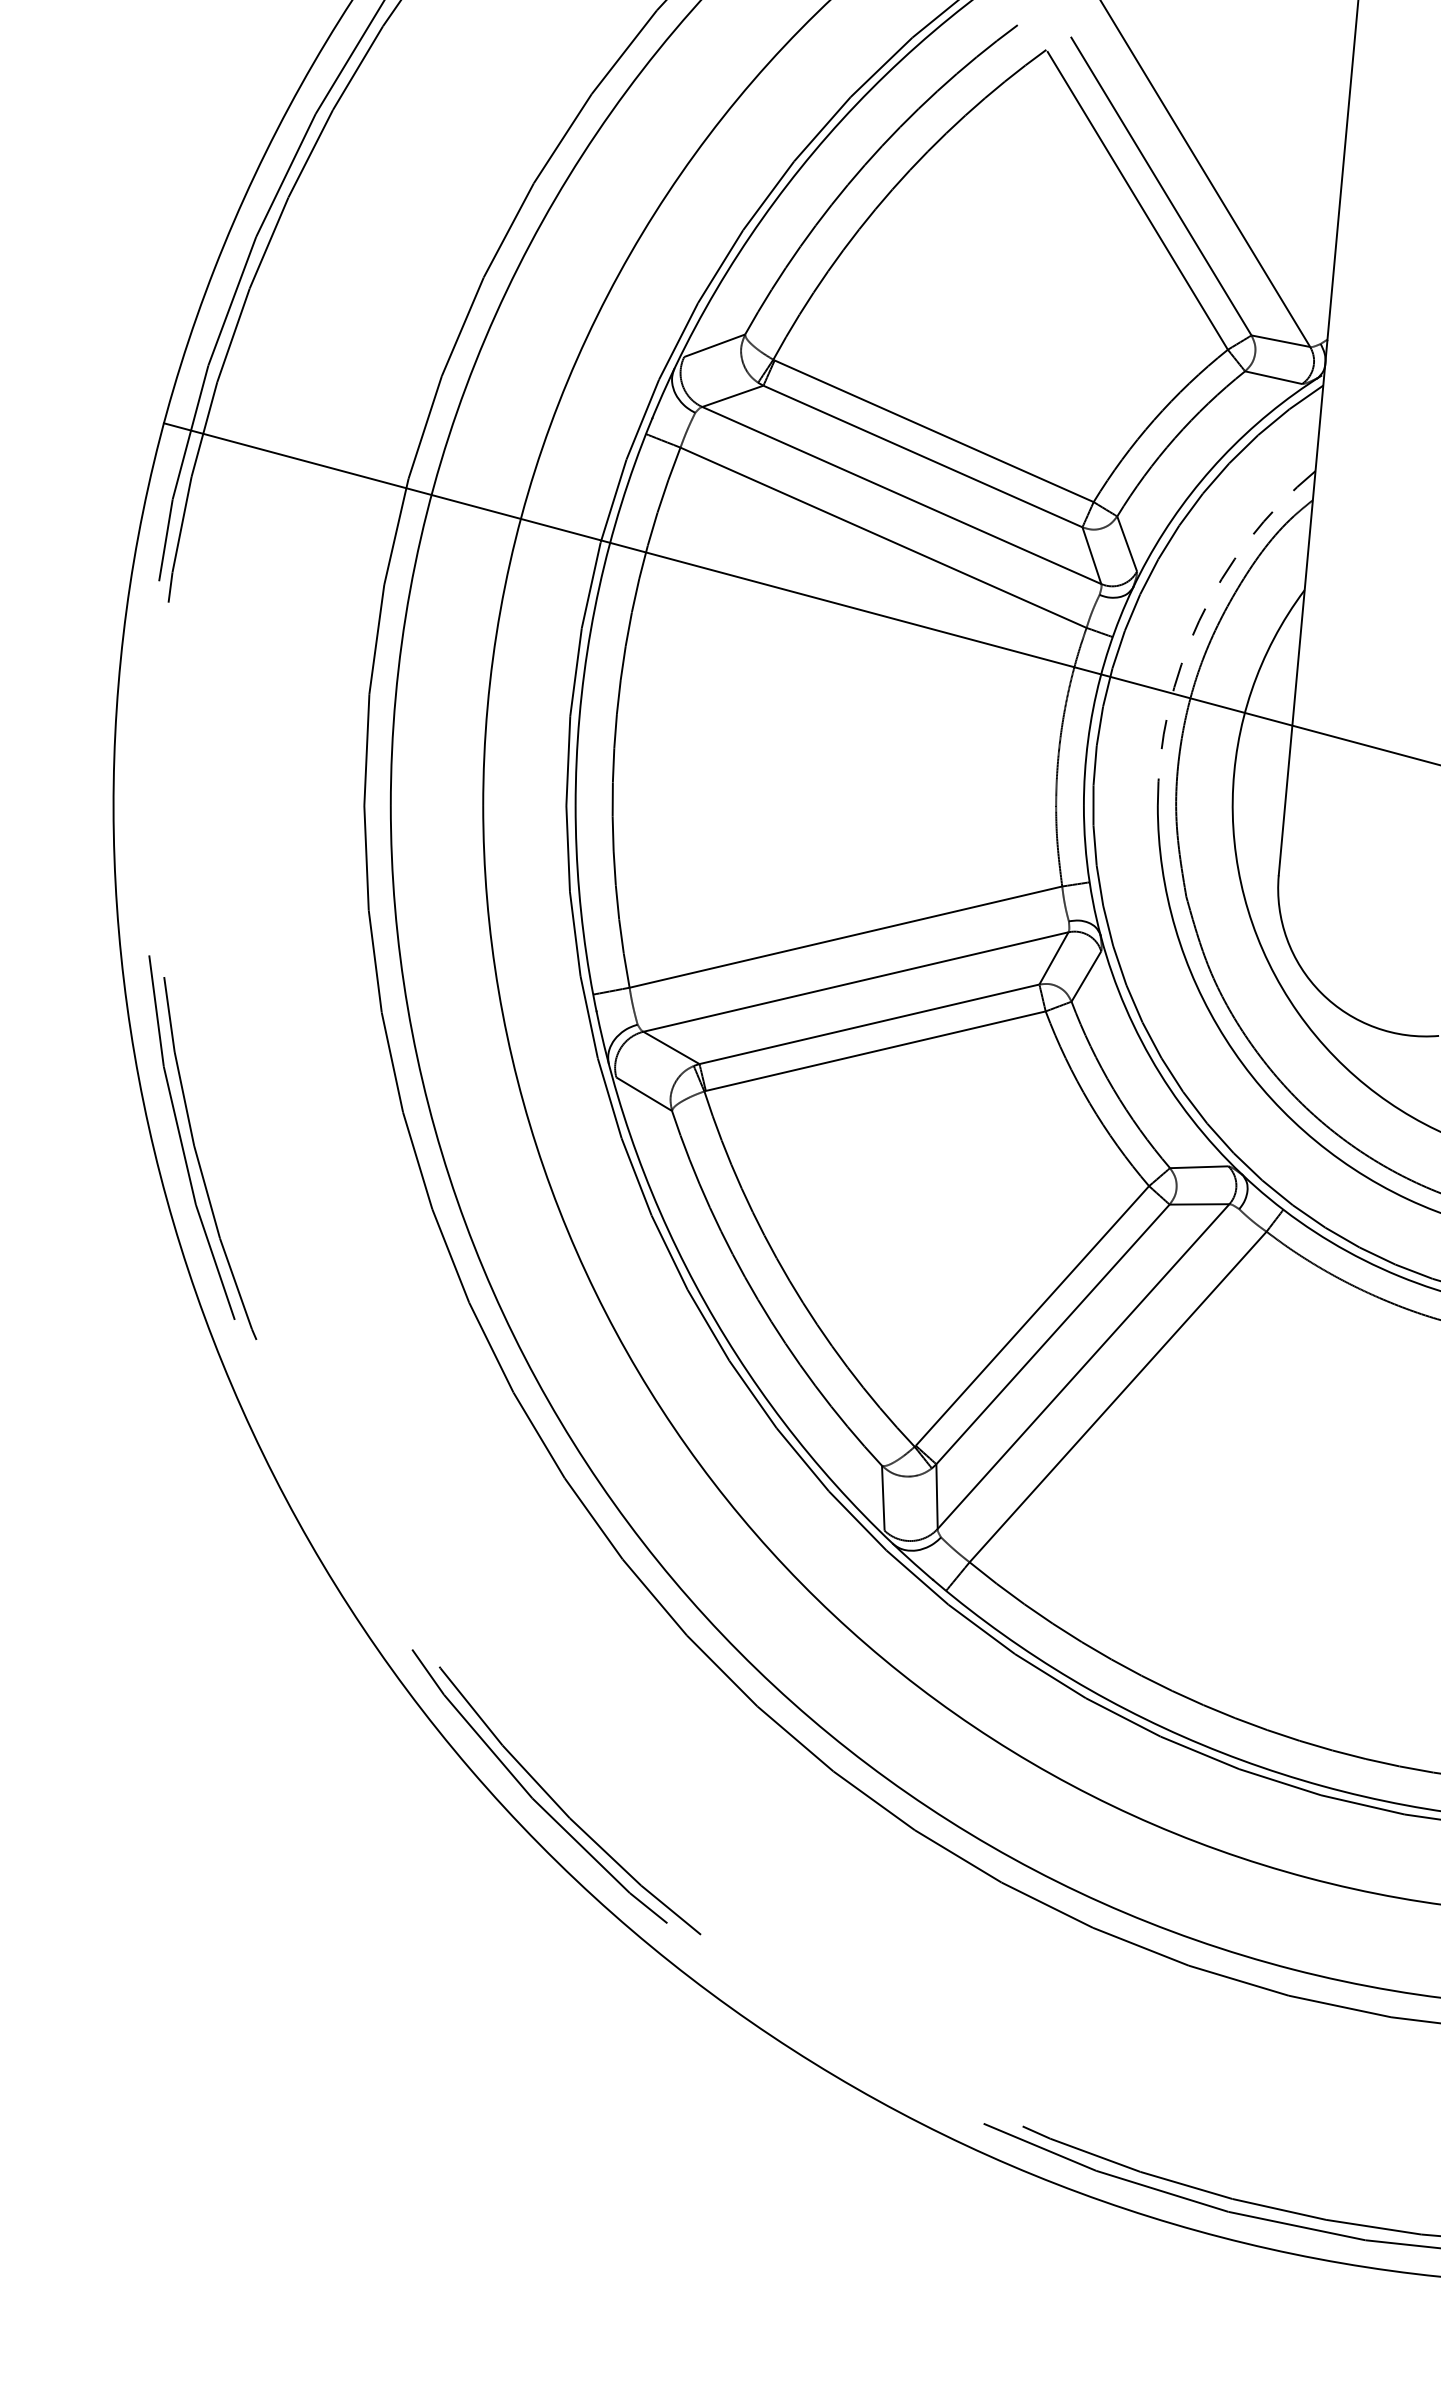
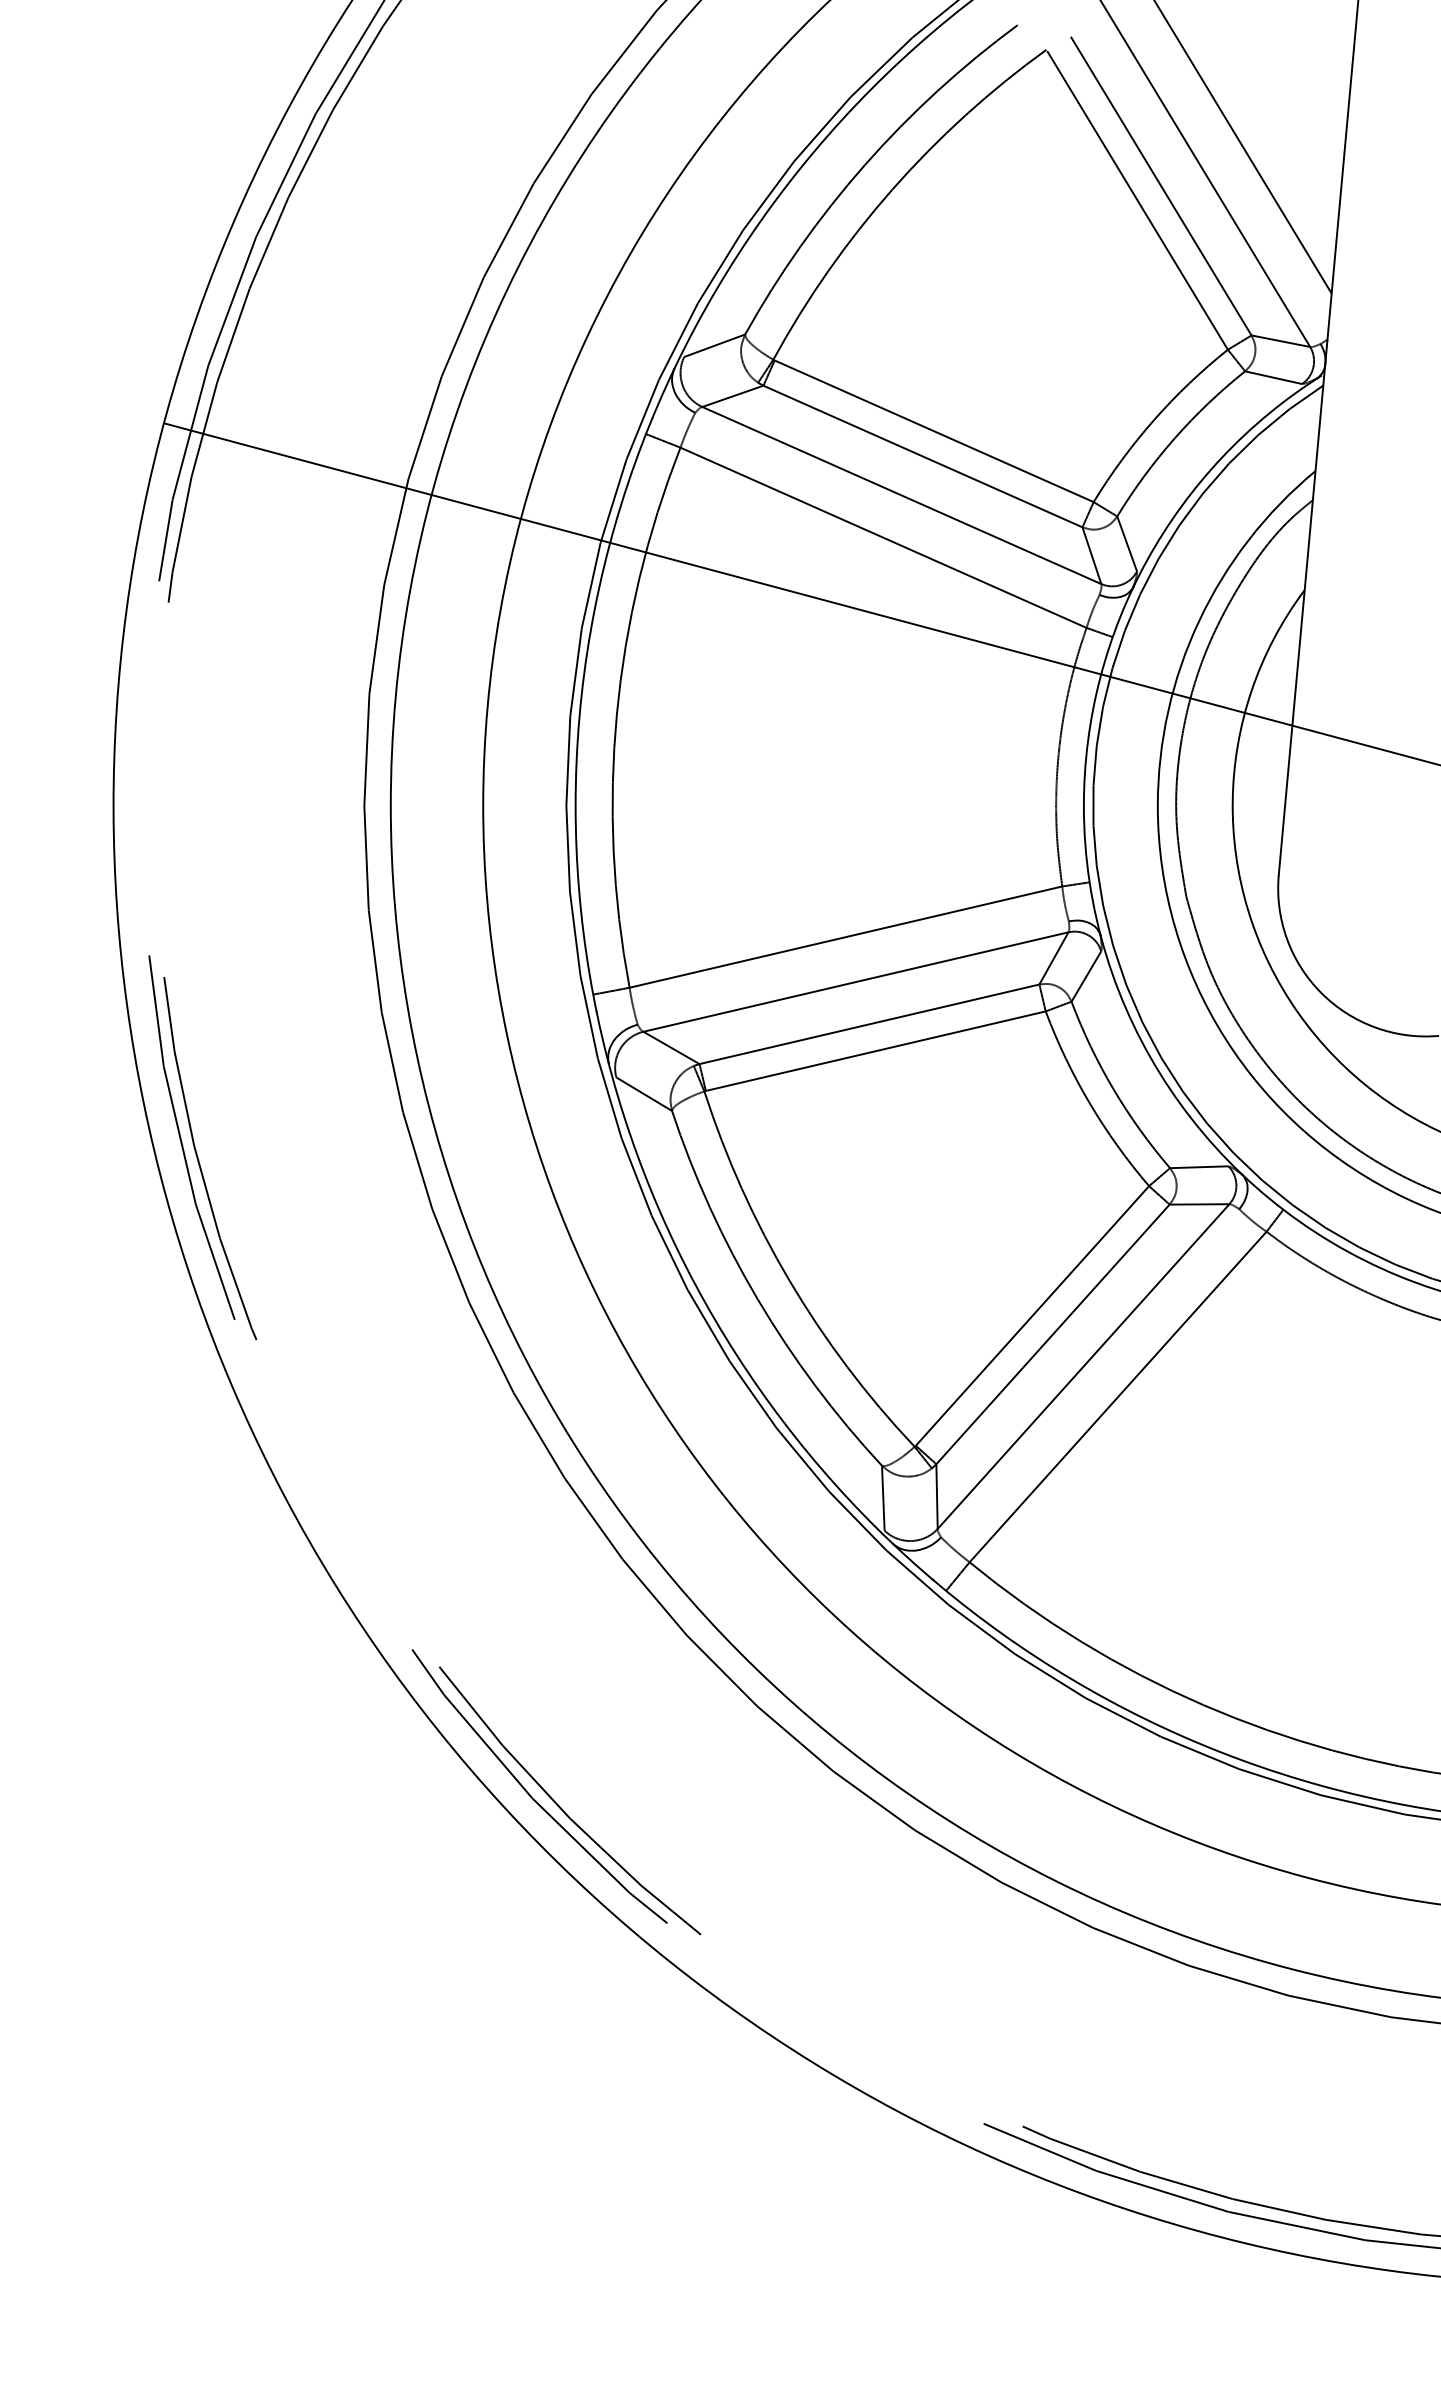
line at (1243, 147): none -> present
arc at (1199, 620): dashed -> solid
